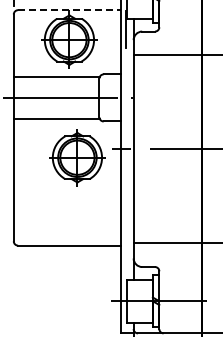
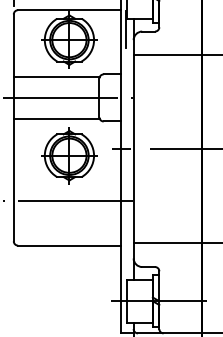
line at (69, 10): dashed -> solid
part at (77, 157) position: (77, 157) -> (69, 155)
line at (67, 200): none -> present
